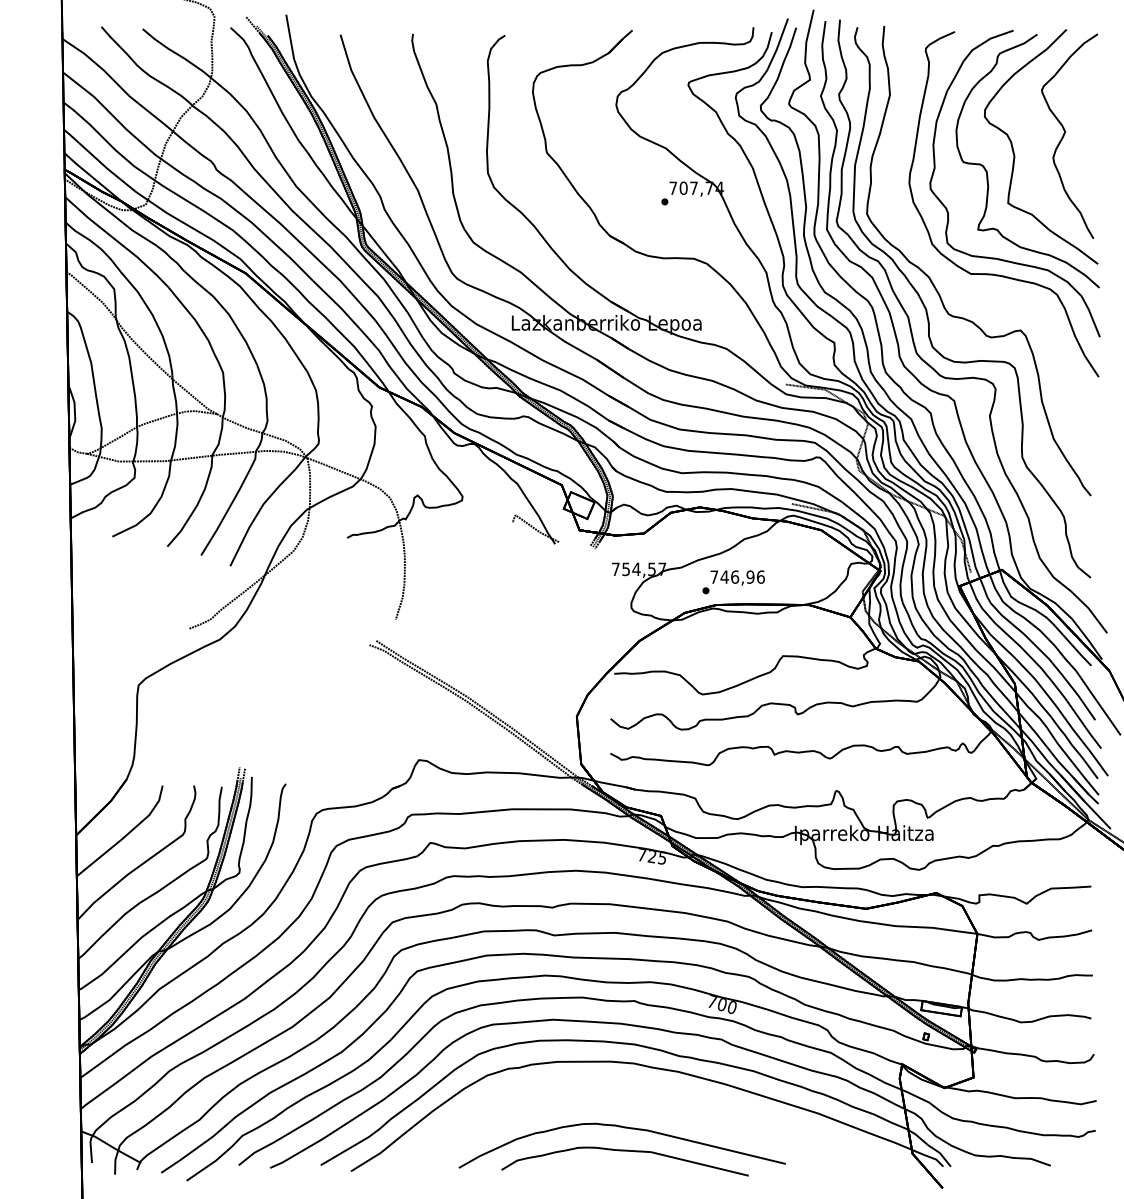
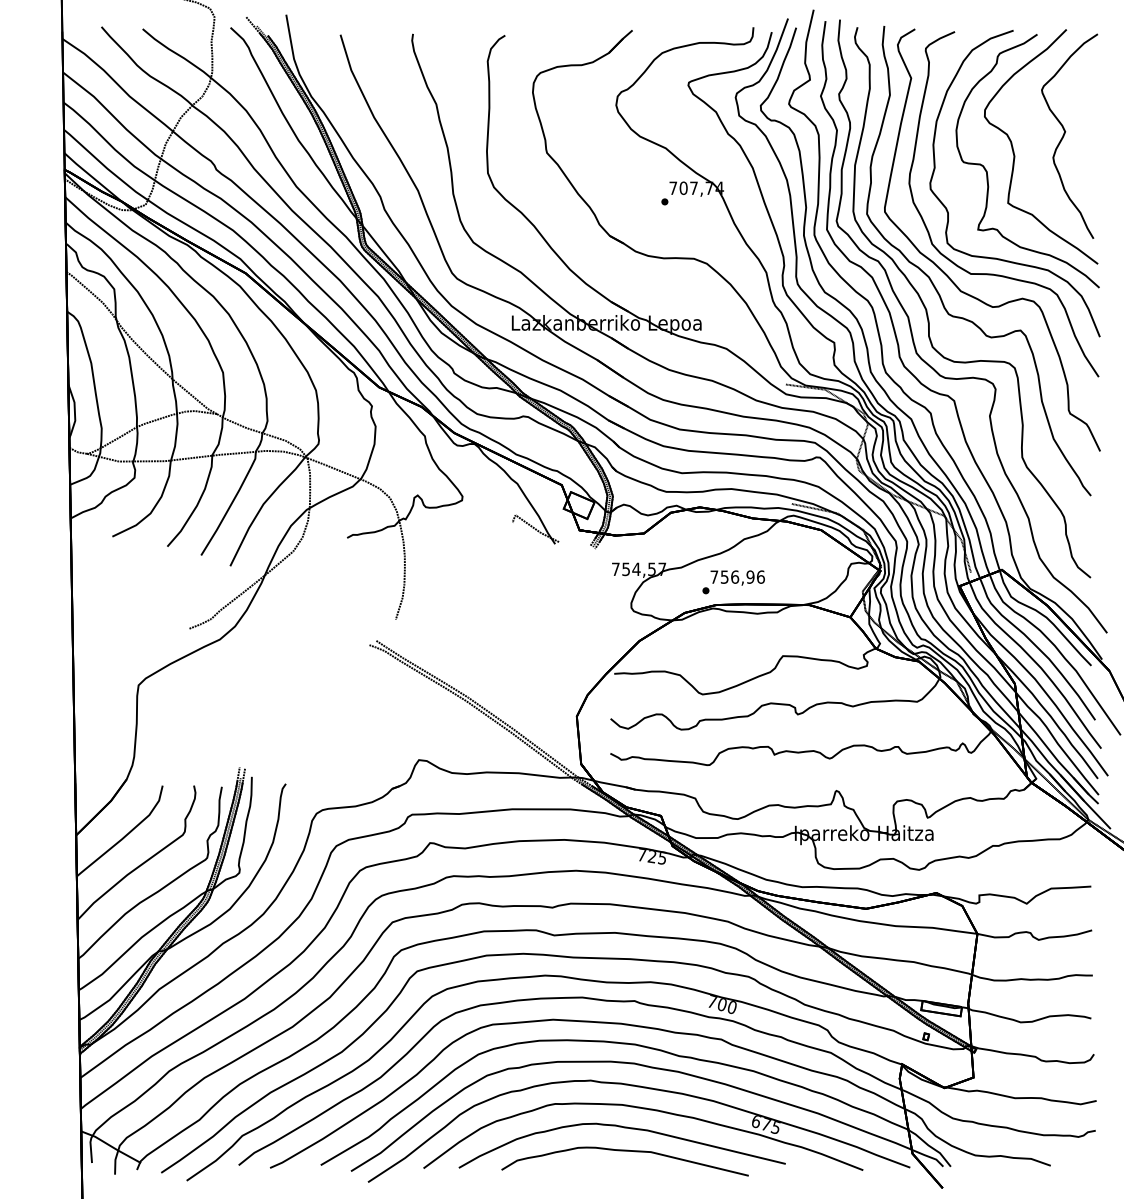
curve at (949, 276): none -> present
text at (724, 576): 746,96 -> 756,96
part at (643, 1109): none -> present
